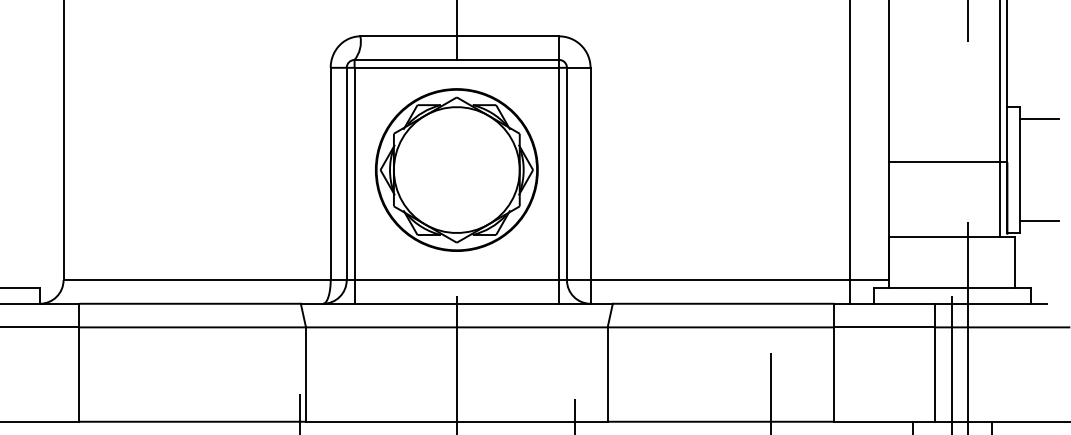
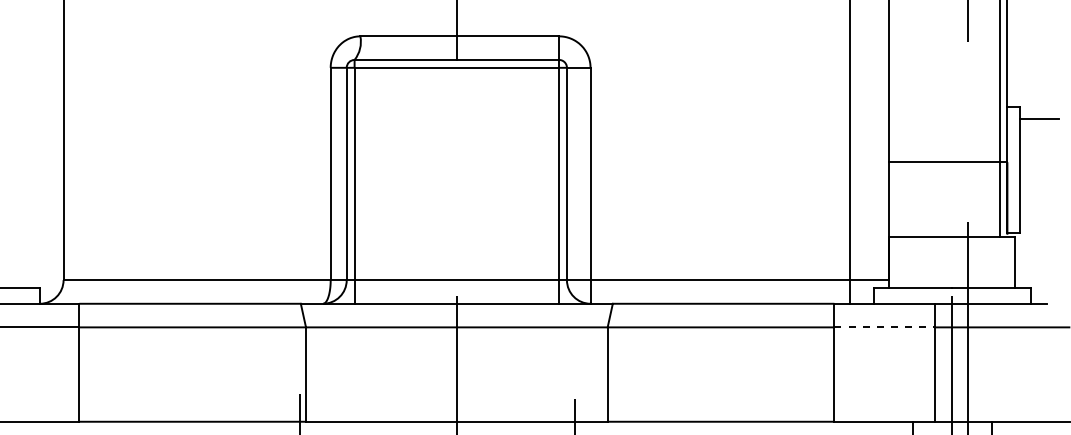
part at (456, 169): present -> none
line at (1039, 221): present -> none
line at (885, 327): solid -> dashed
line at (771, 392): present -> none
